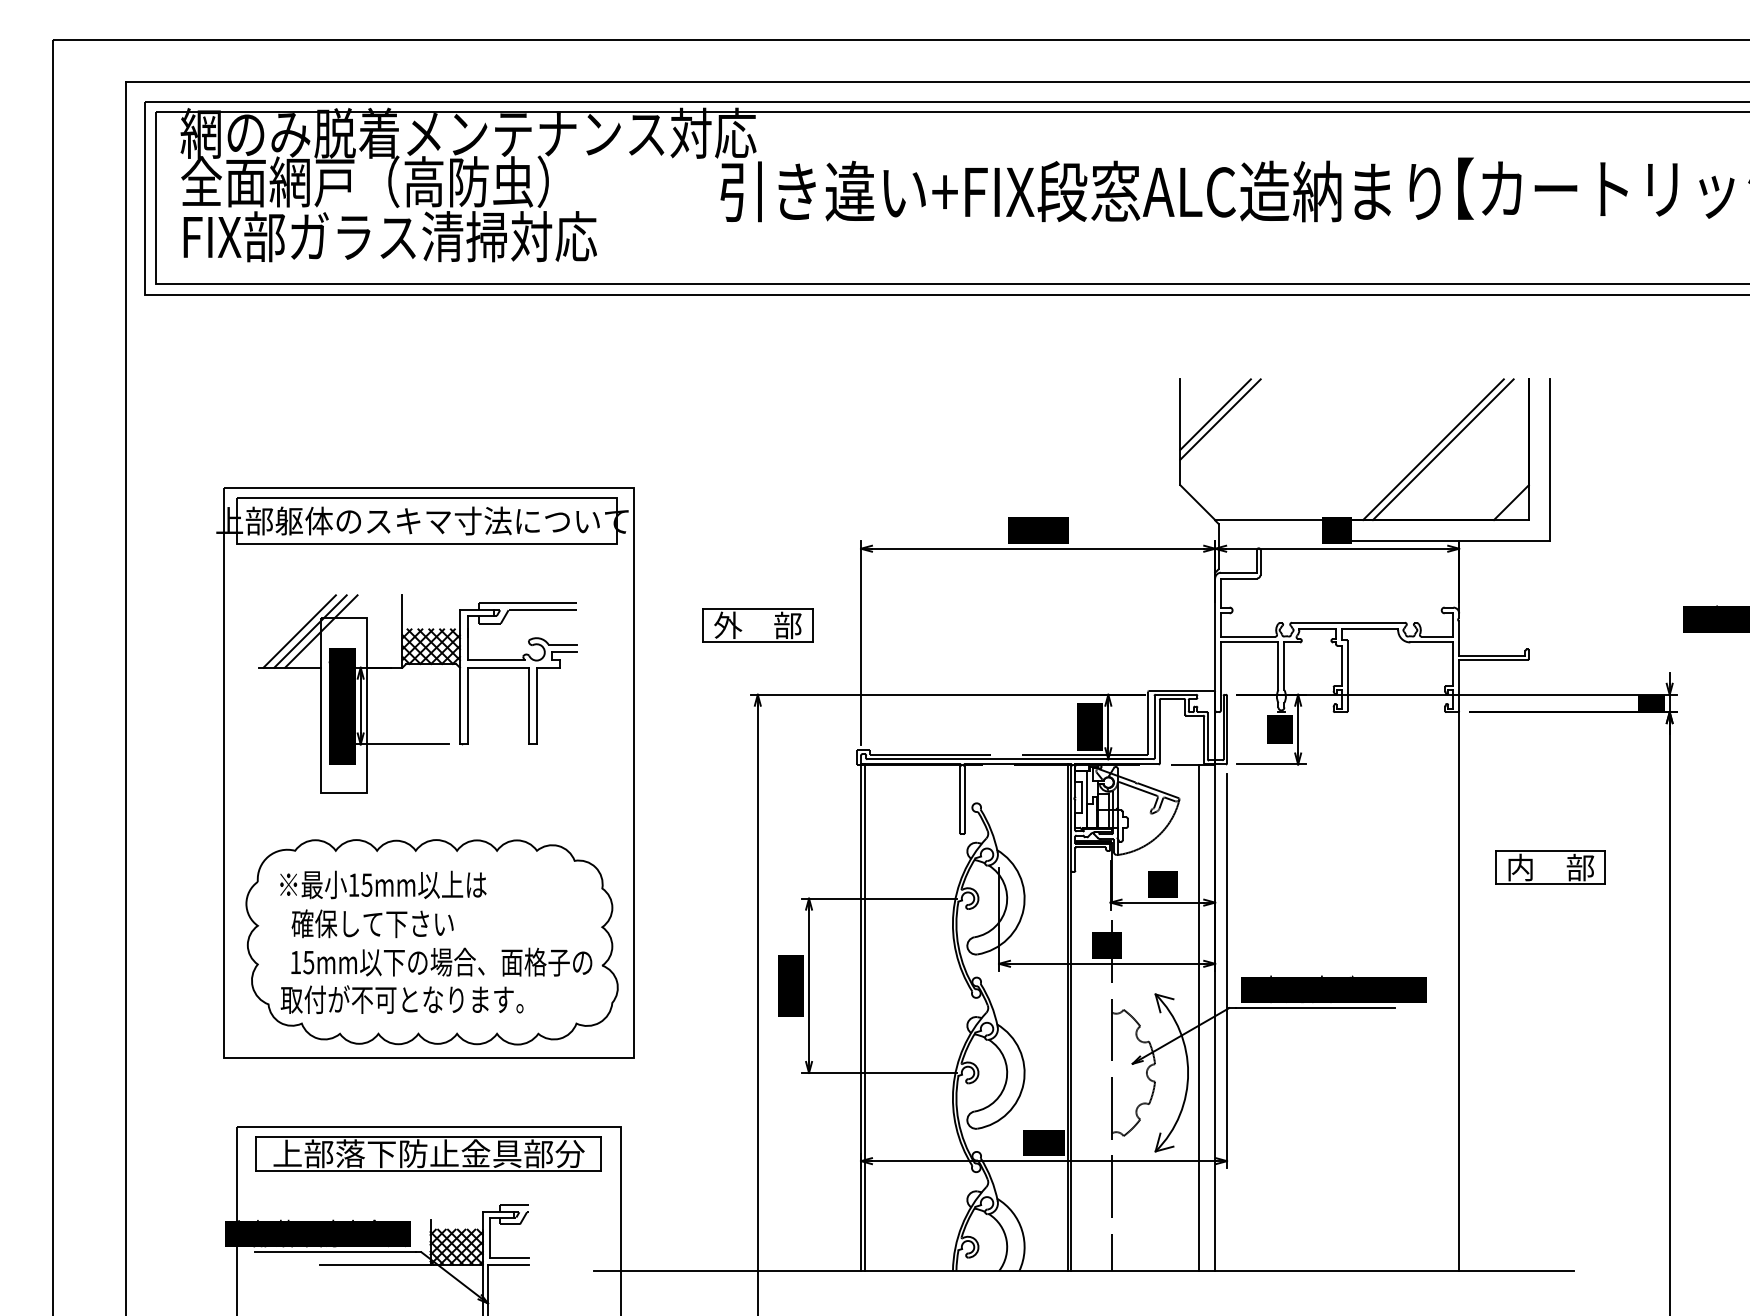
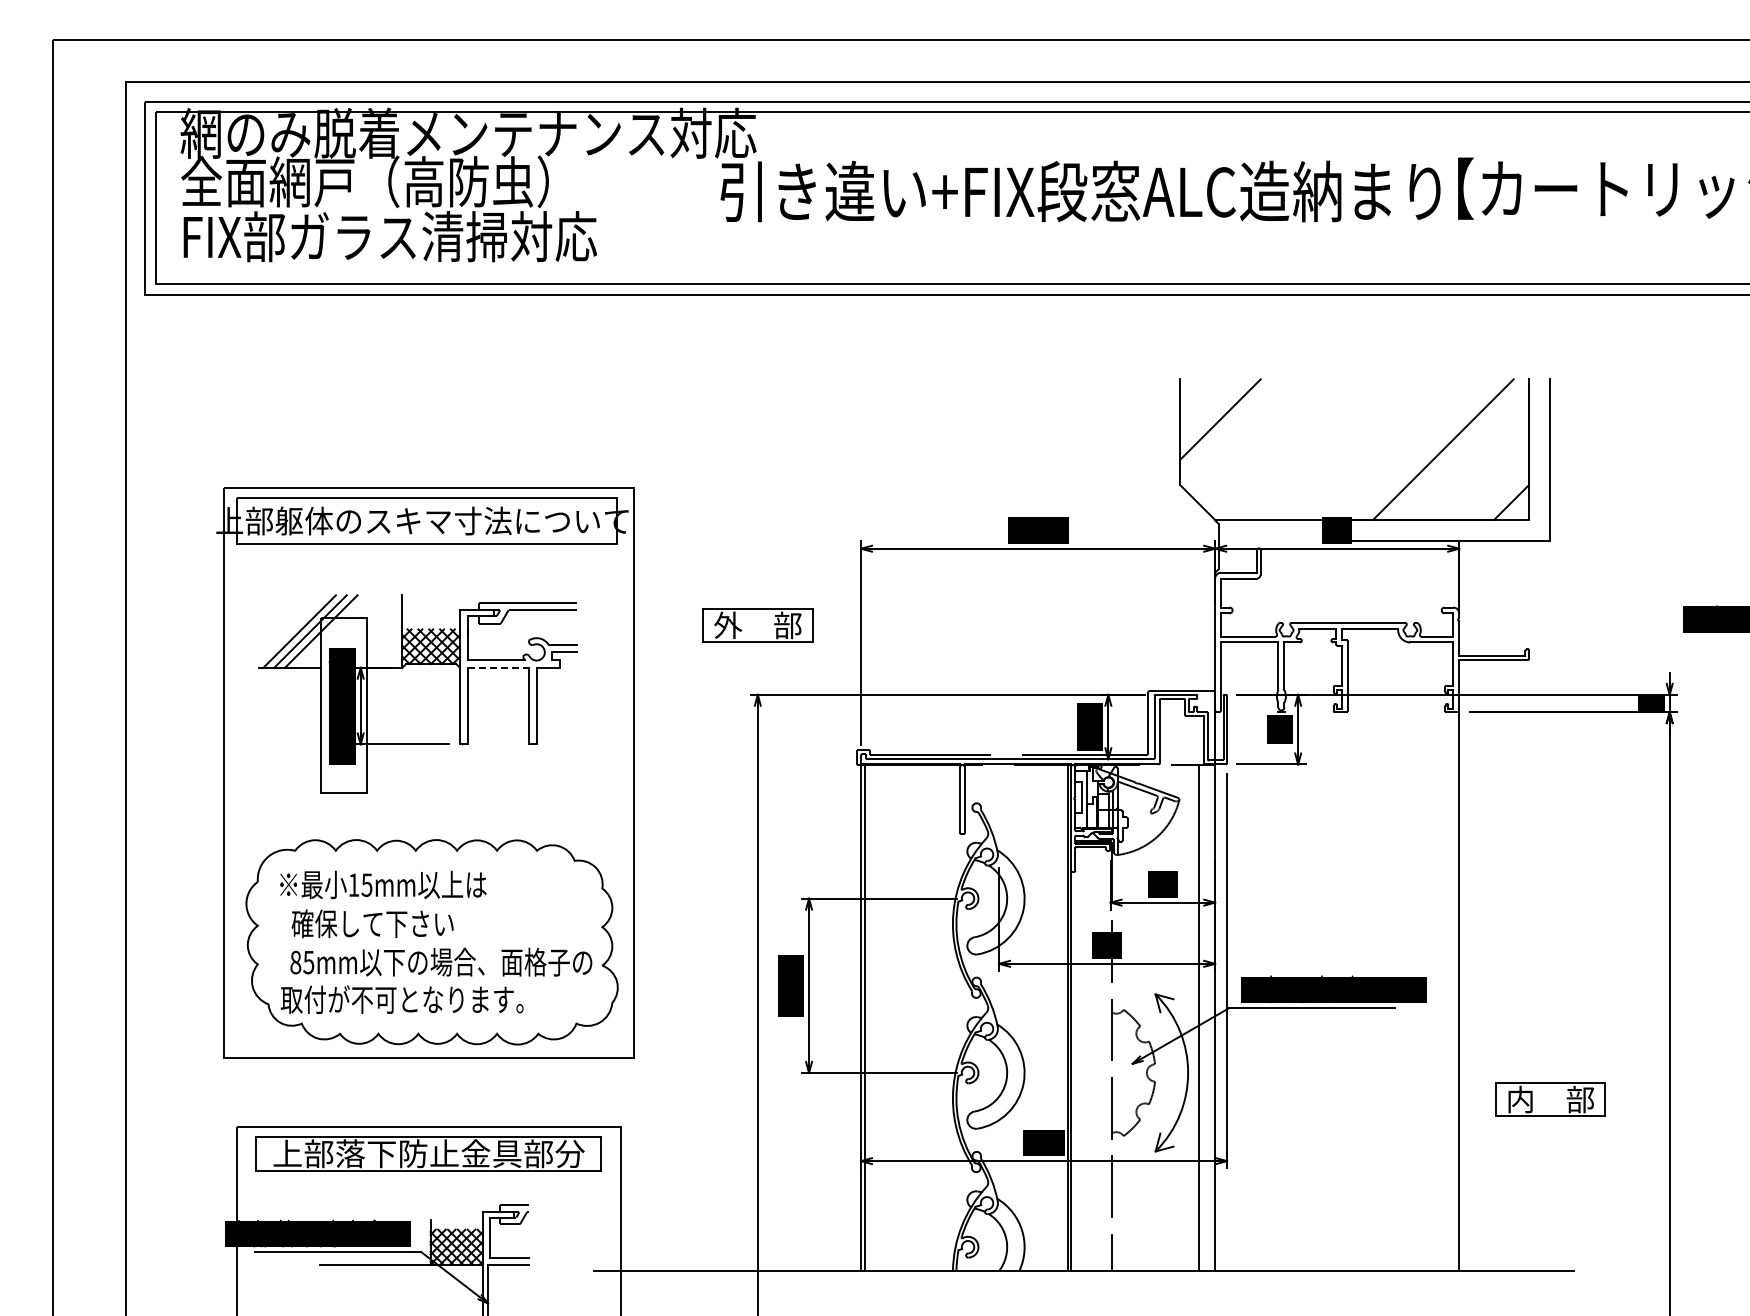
line at (1215, 414): present -> none
line at (1433, 449): present -> none
line at (498, 667): solid -> dashed
part at (1550, 867) position: (1550, 867) -> (1550, 1099)
text at (295, 962): 15mm -> 85mm
